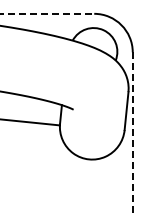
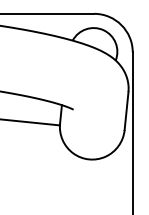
line at (47, 13): dashed -> solid
line at (132, 133): dashed -> solid
